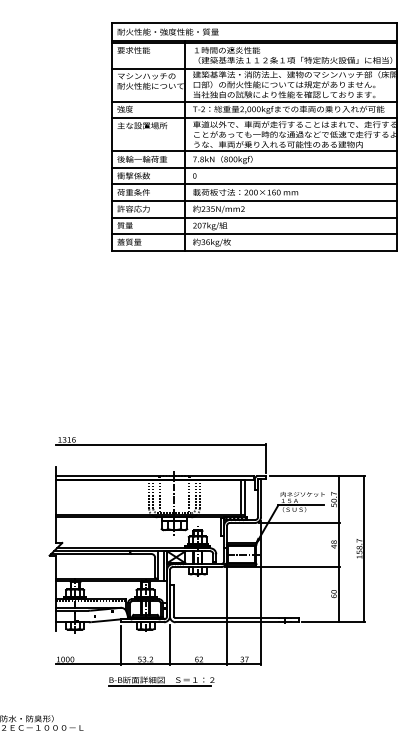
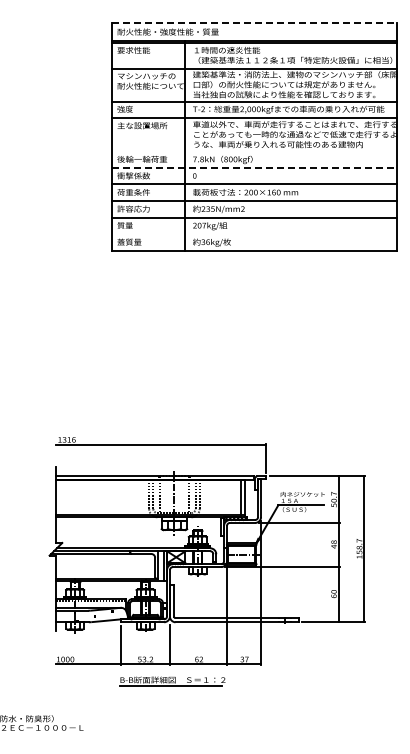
line at (254, 22): solid -> dashed
line at (253, 151): present -> none
line at (254, 167): solid -> dashed
line at (253, 234): present -> none
part at (161, 681) position: (161, 681) -> (172, 681)
